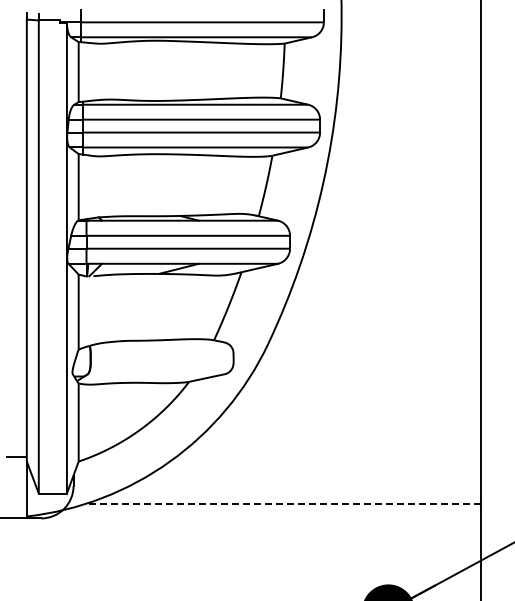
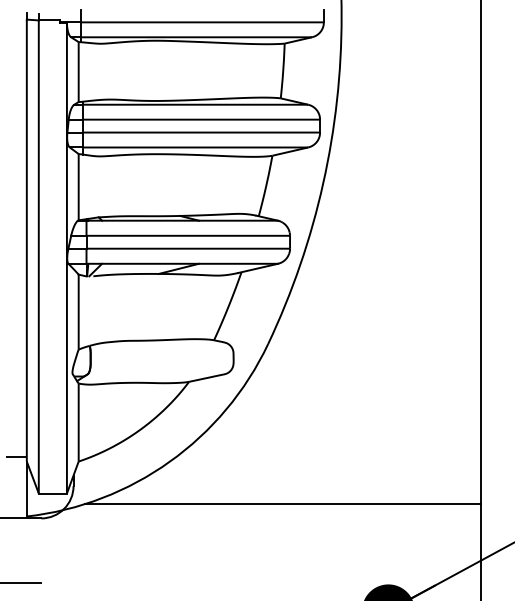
line at (282, 504): dashed -> solid
line at (21, 582): none -> present
